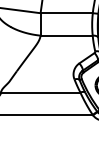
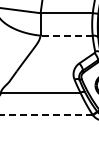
line at (66, 35): solid -> dashed
line at (45, 114): solid -> dashed
